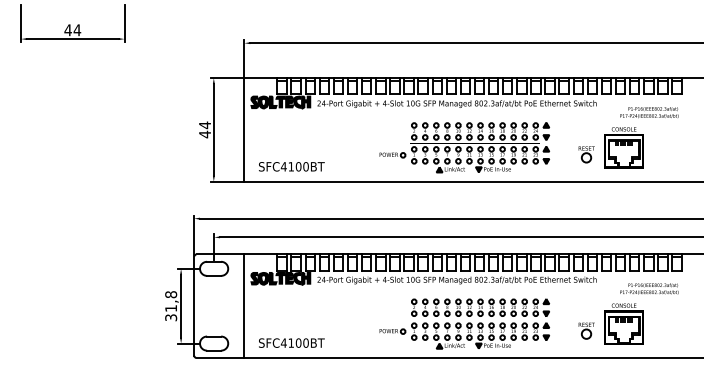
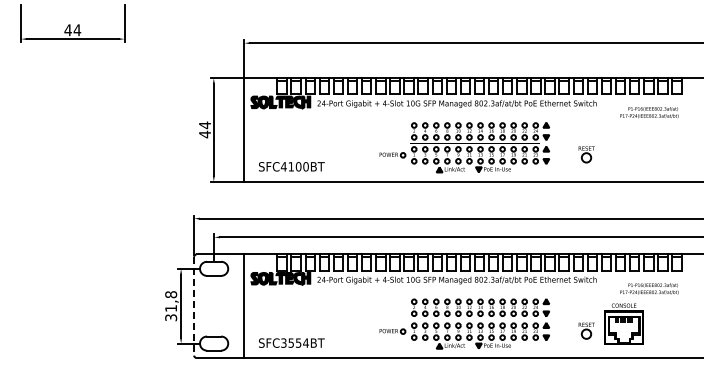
part at (623, 147): present -> none
line at (194, 306): solid -> dashed
text at (294, 342): SFC4100BT -> SFC3554BT
